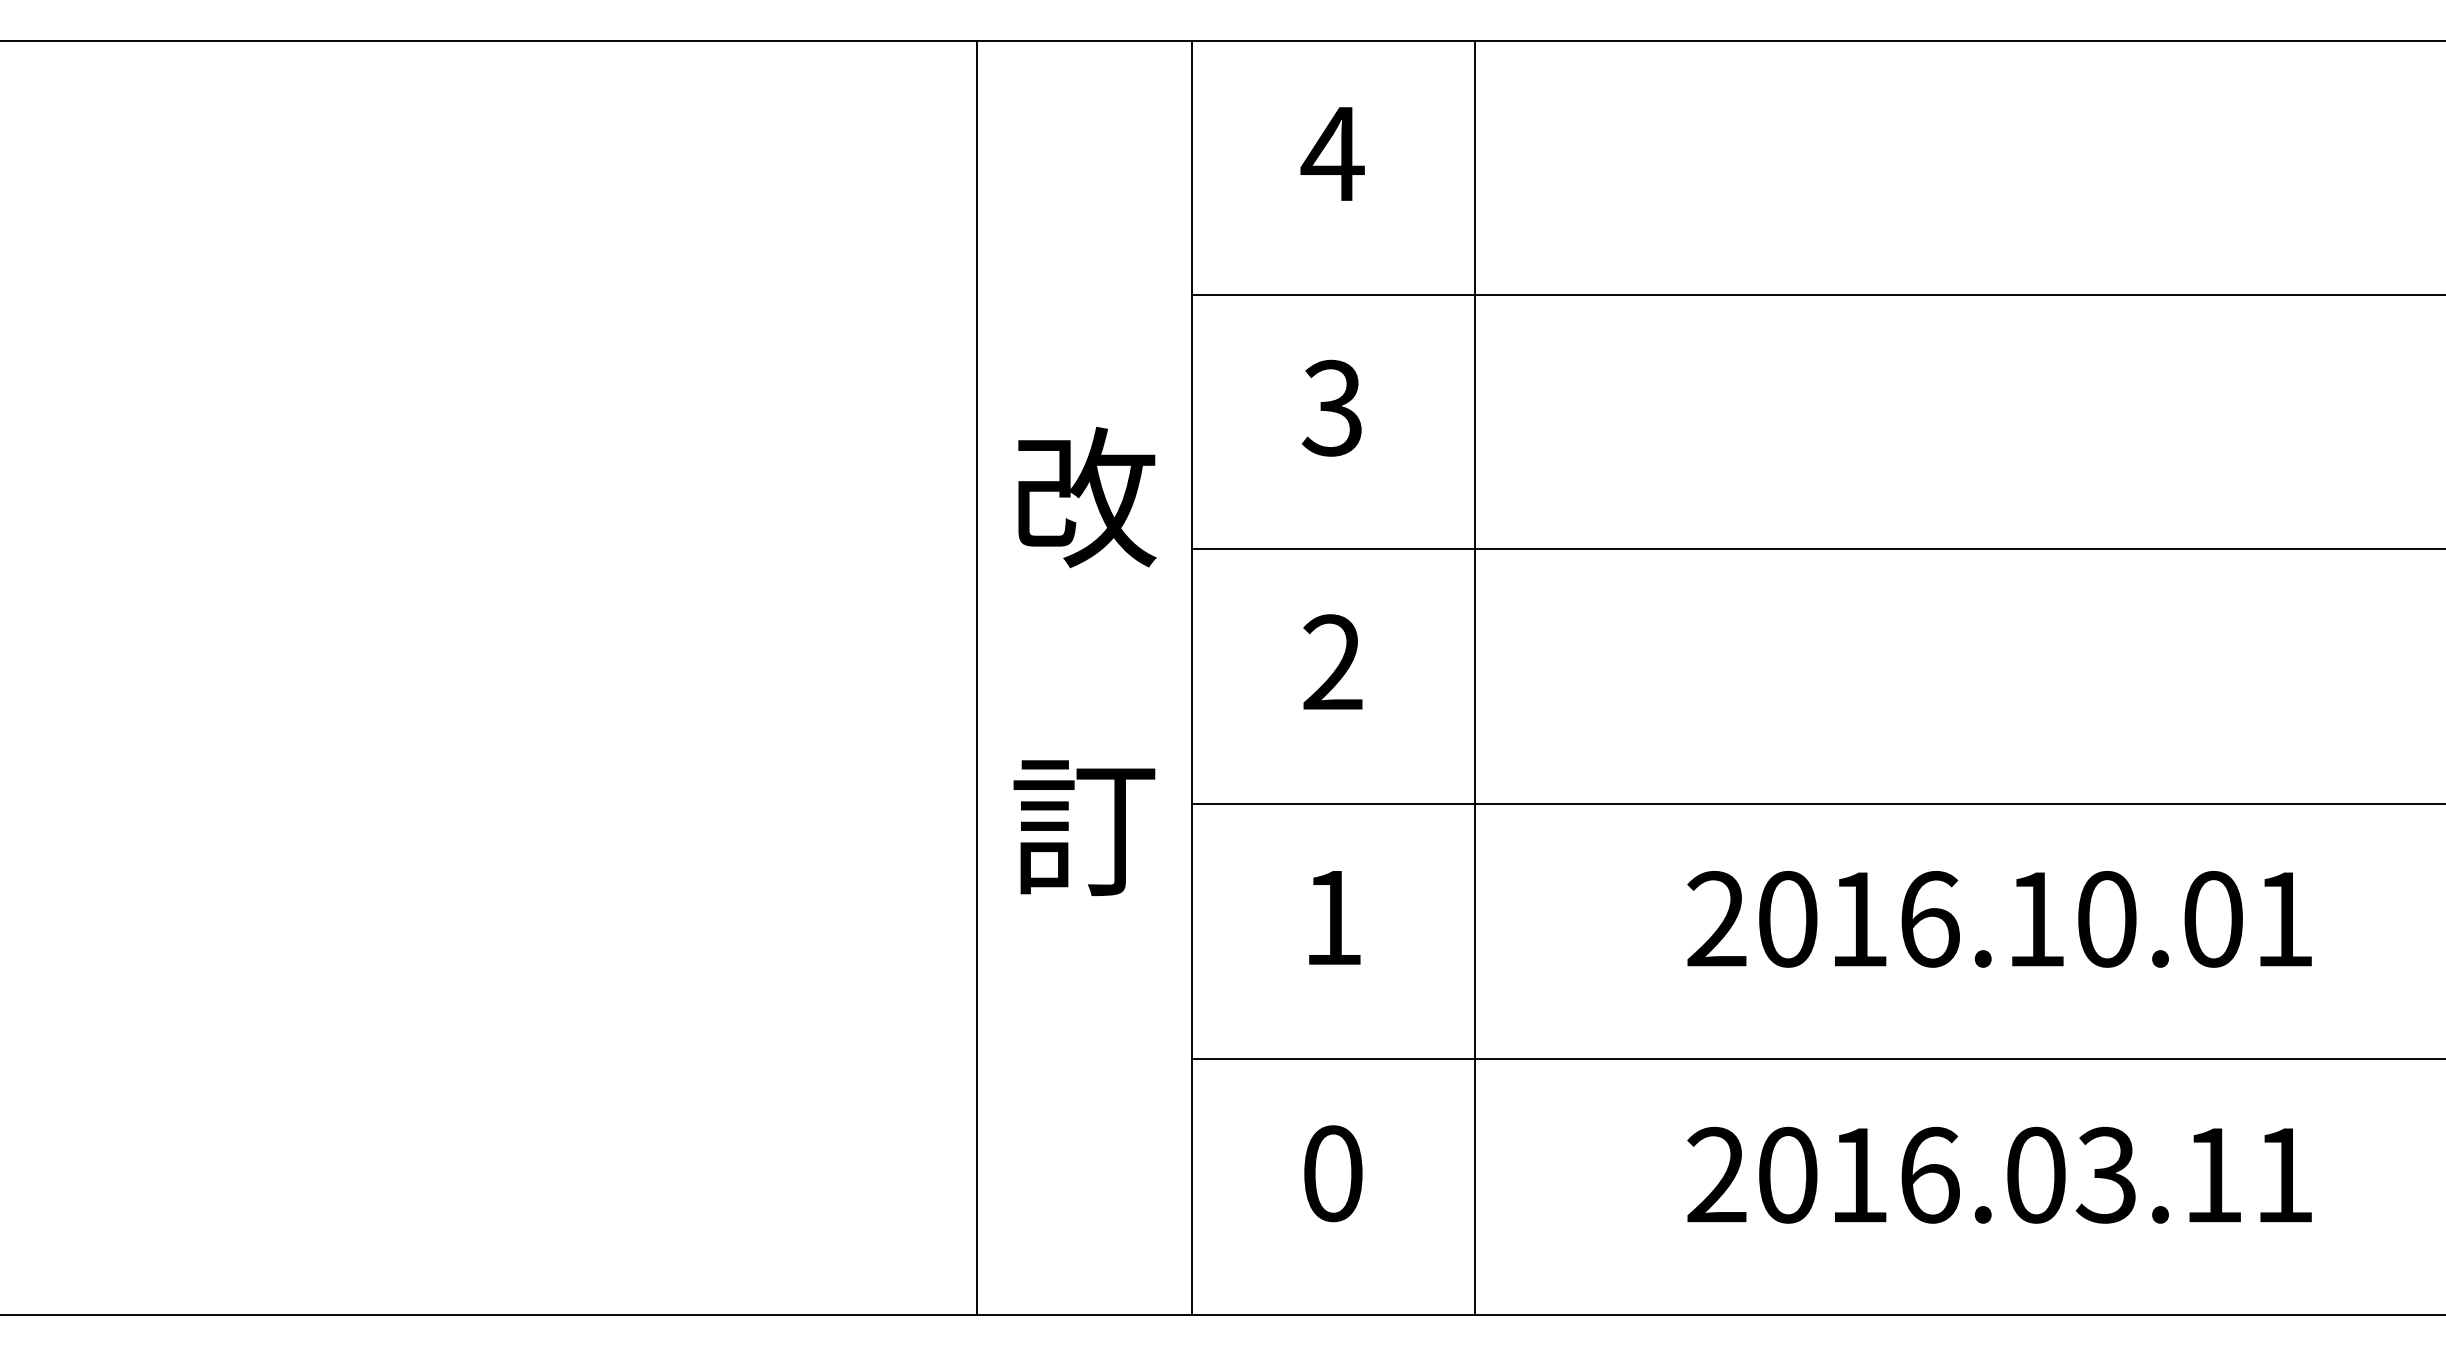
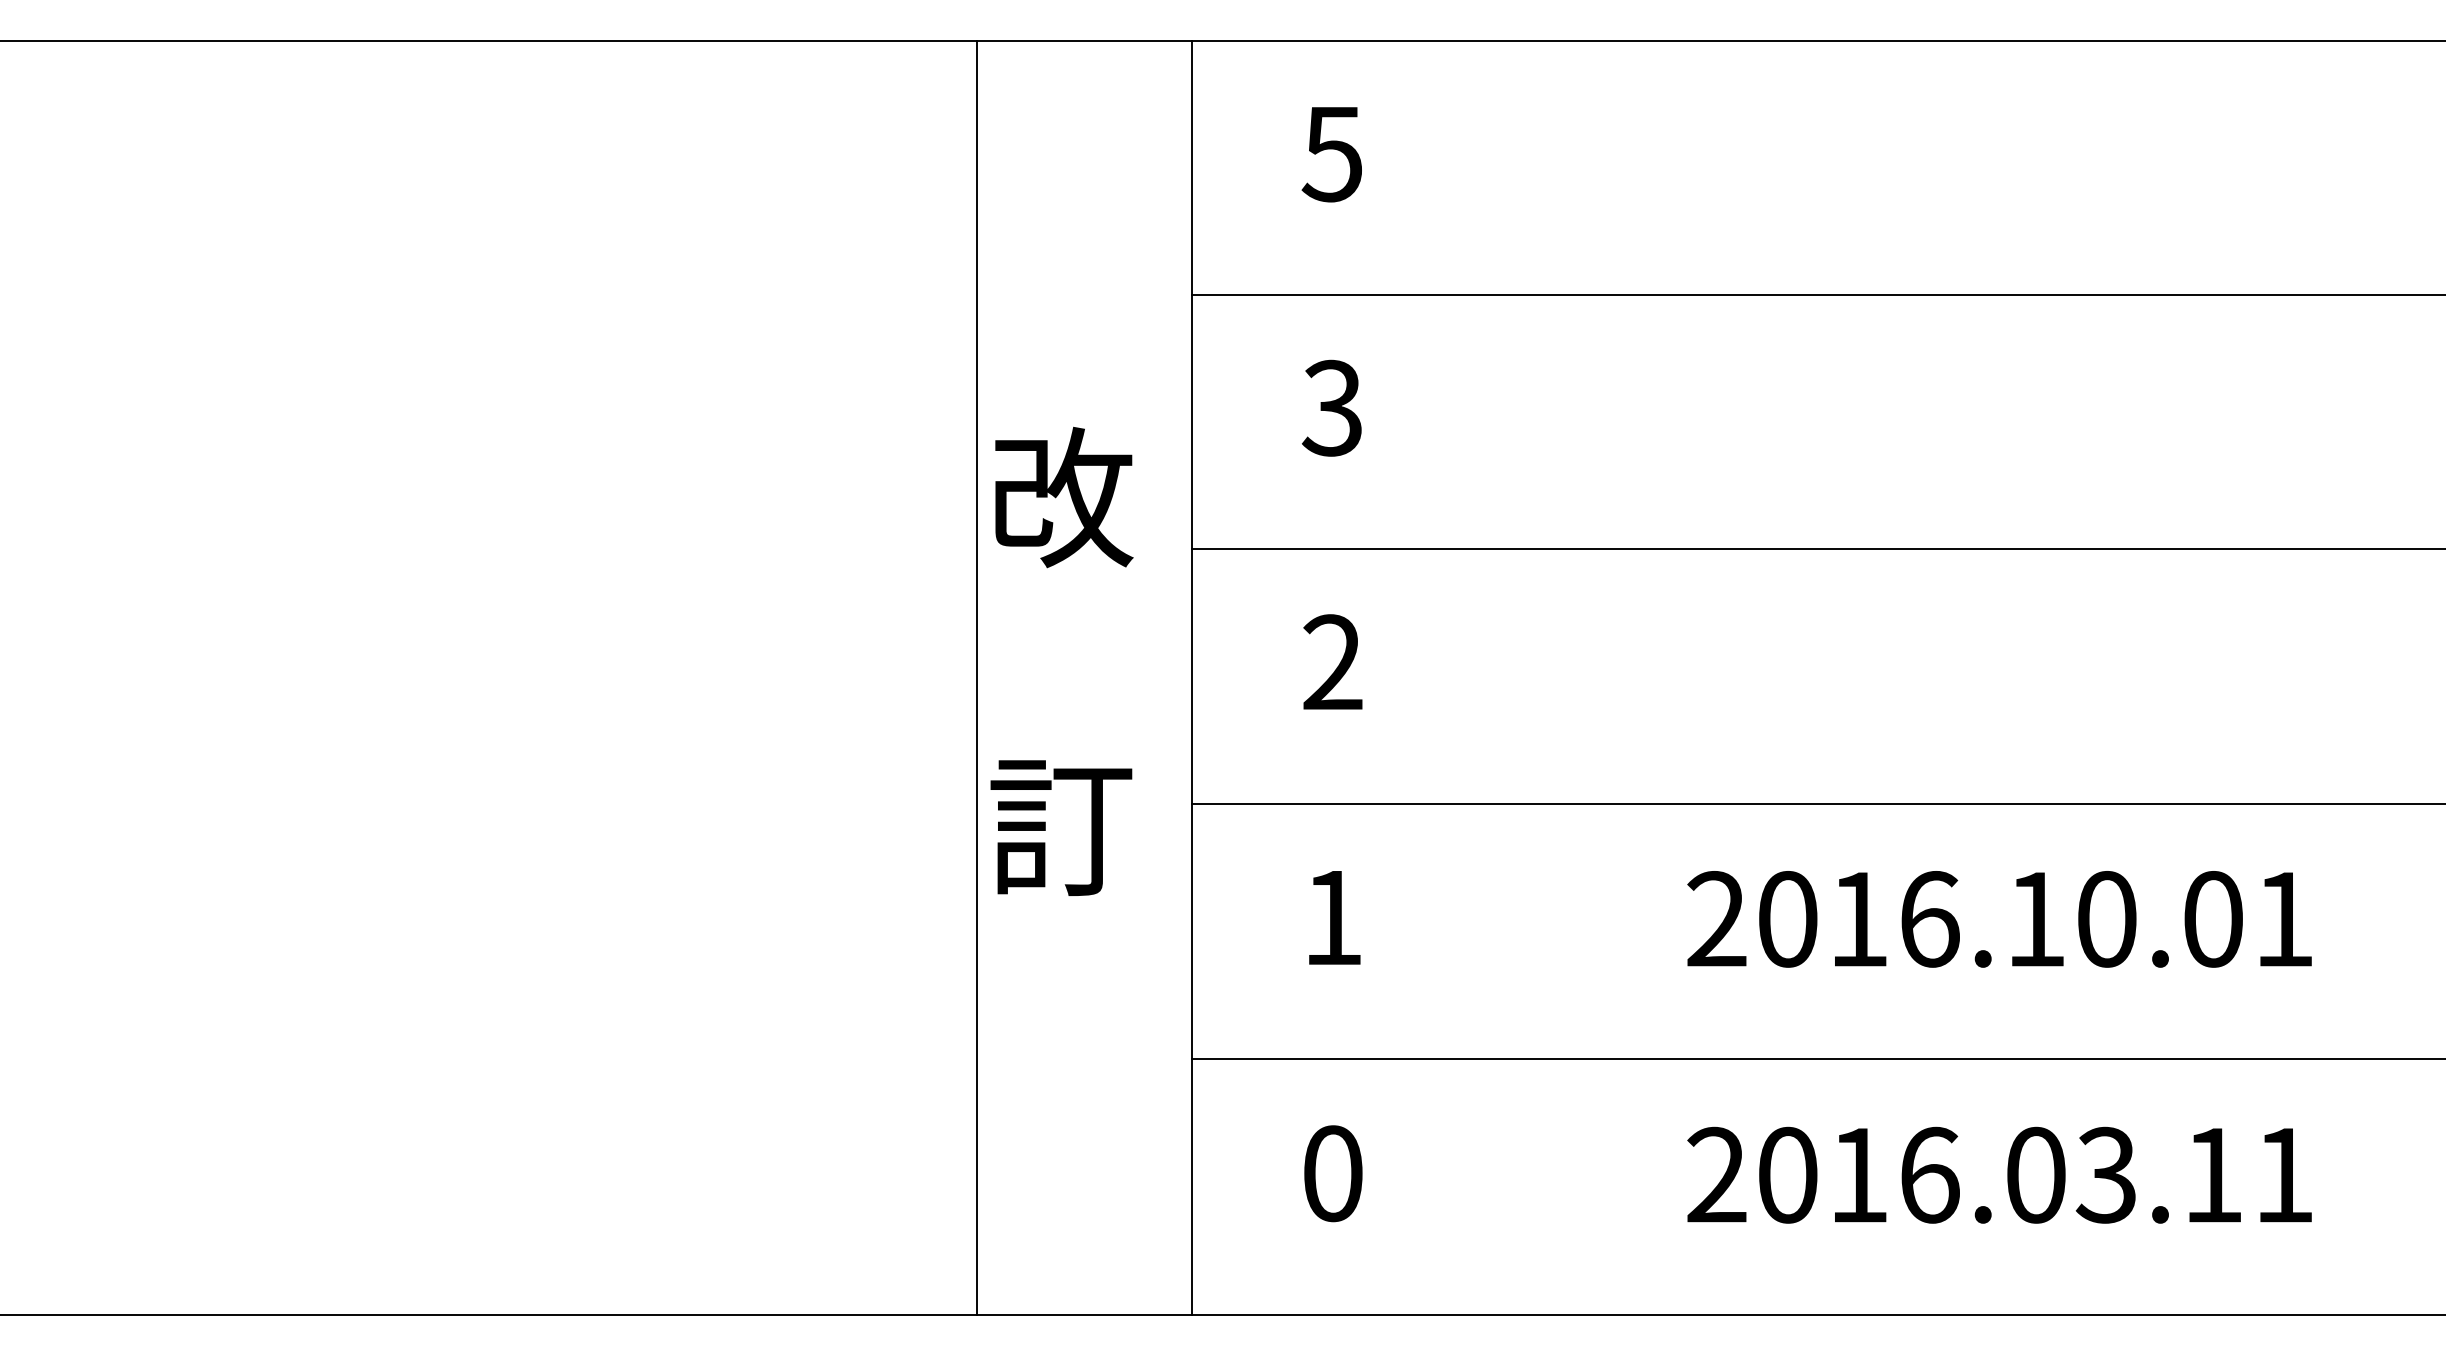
text at (1332, 154): 4 -> 5
text at (1084, 660) position: (1084, 660) -> (1061, 660)
line at (1474, 677): present -> none
